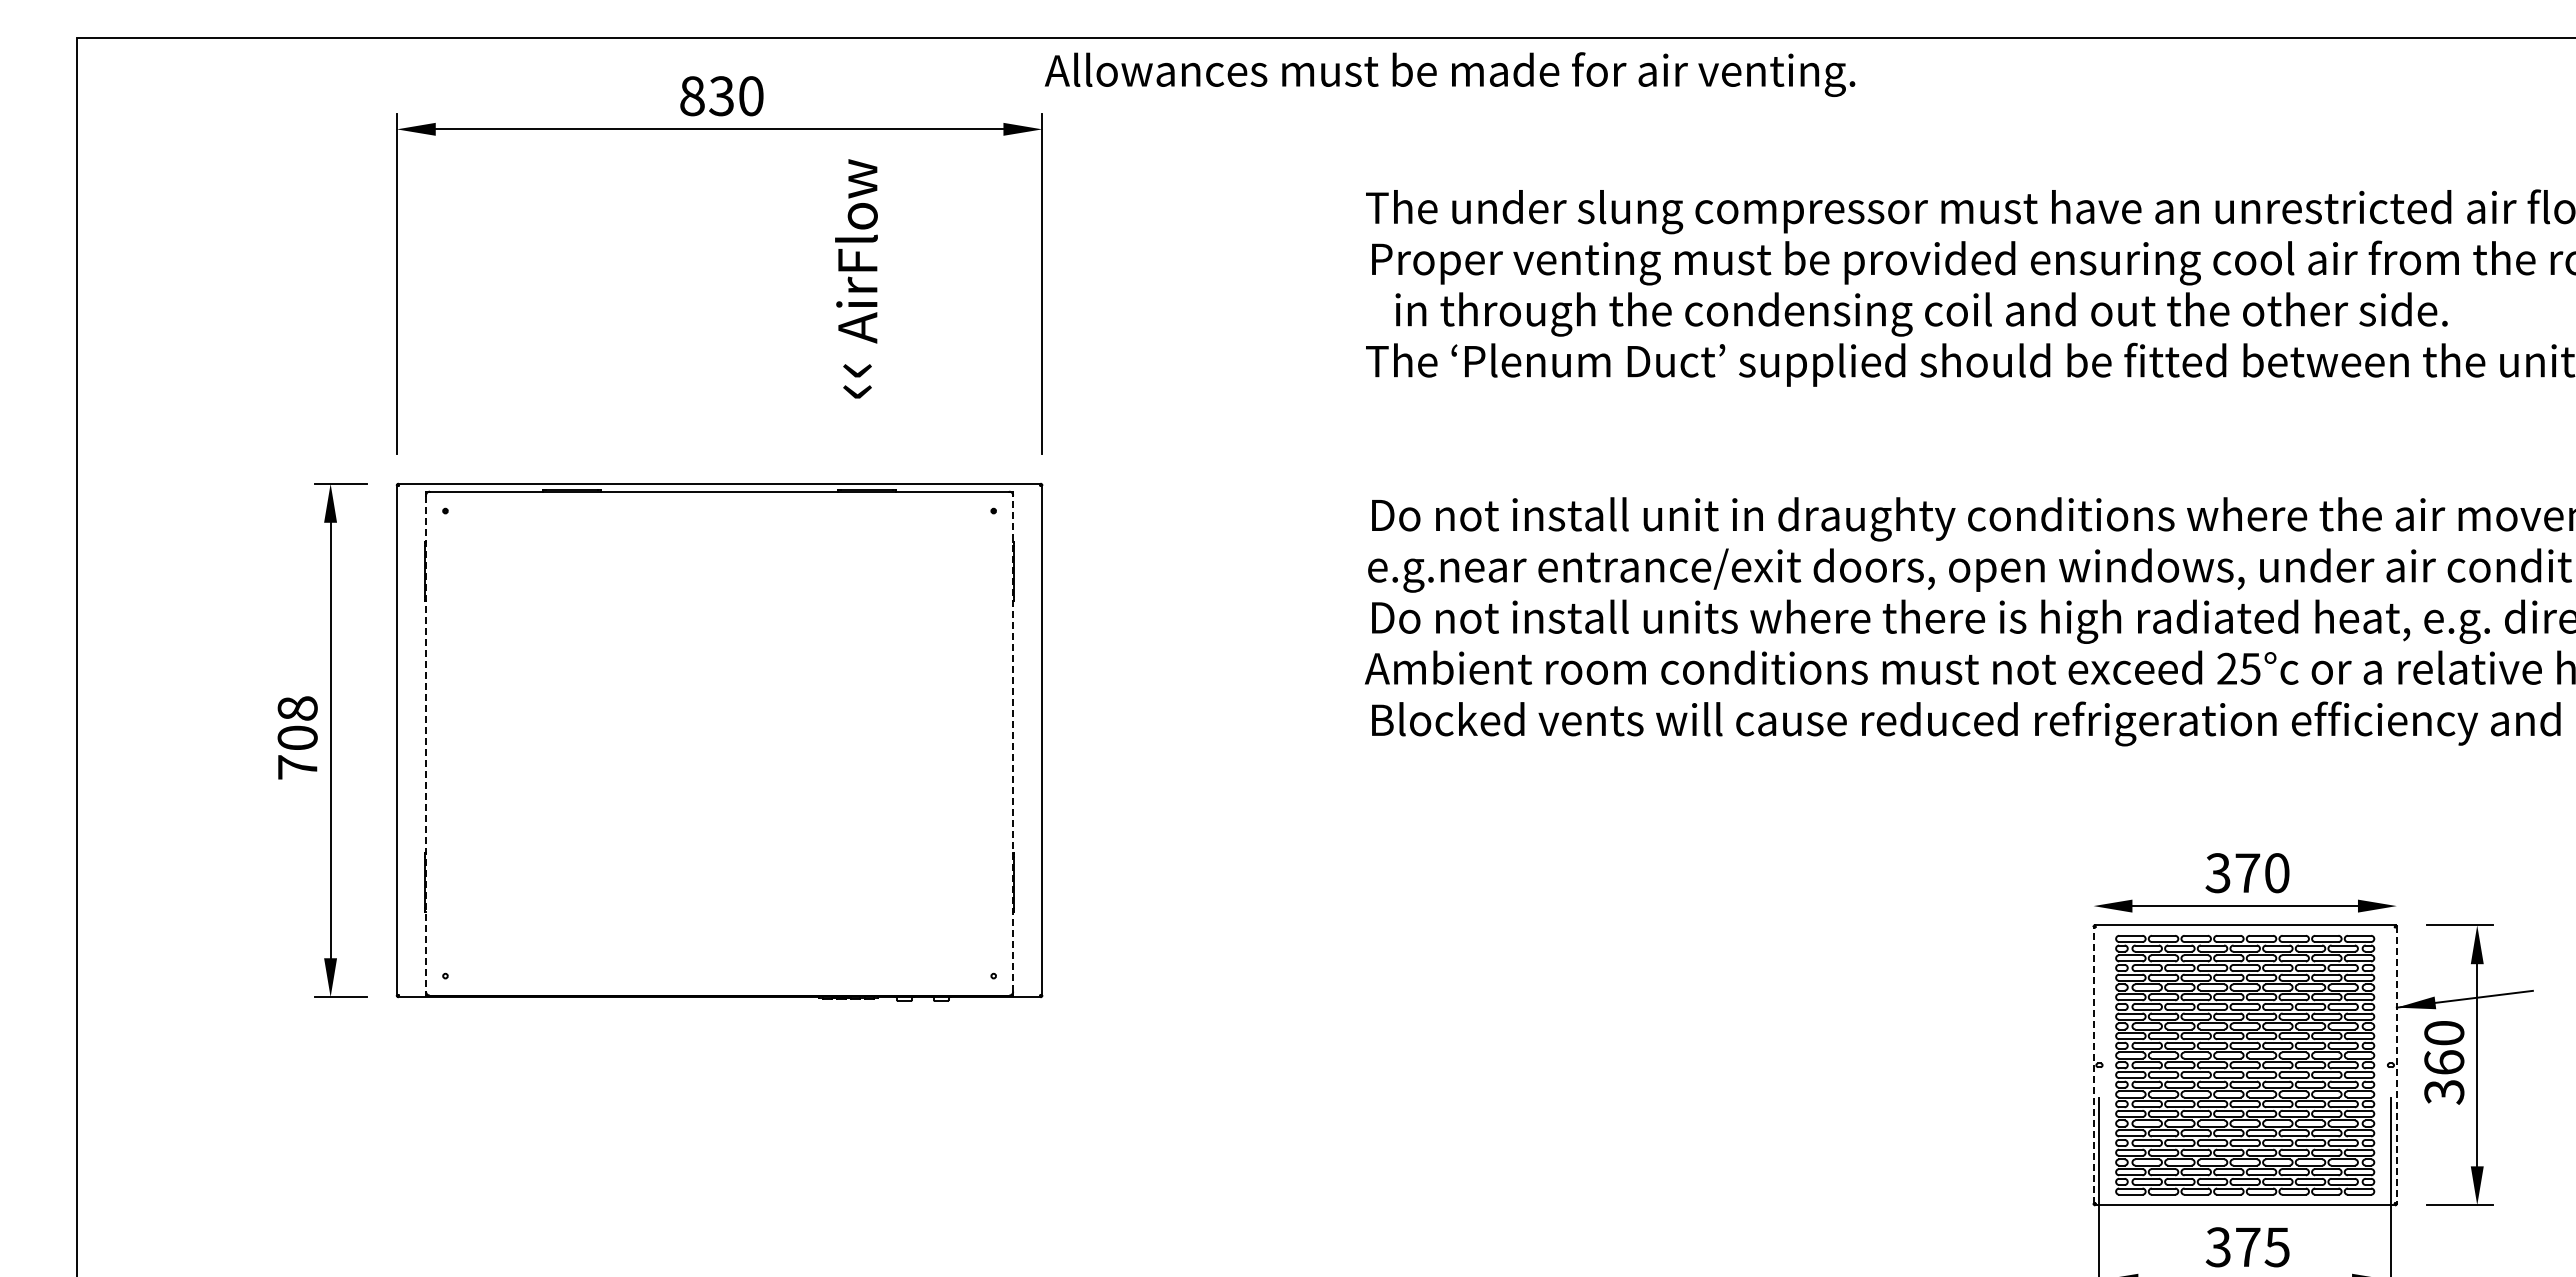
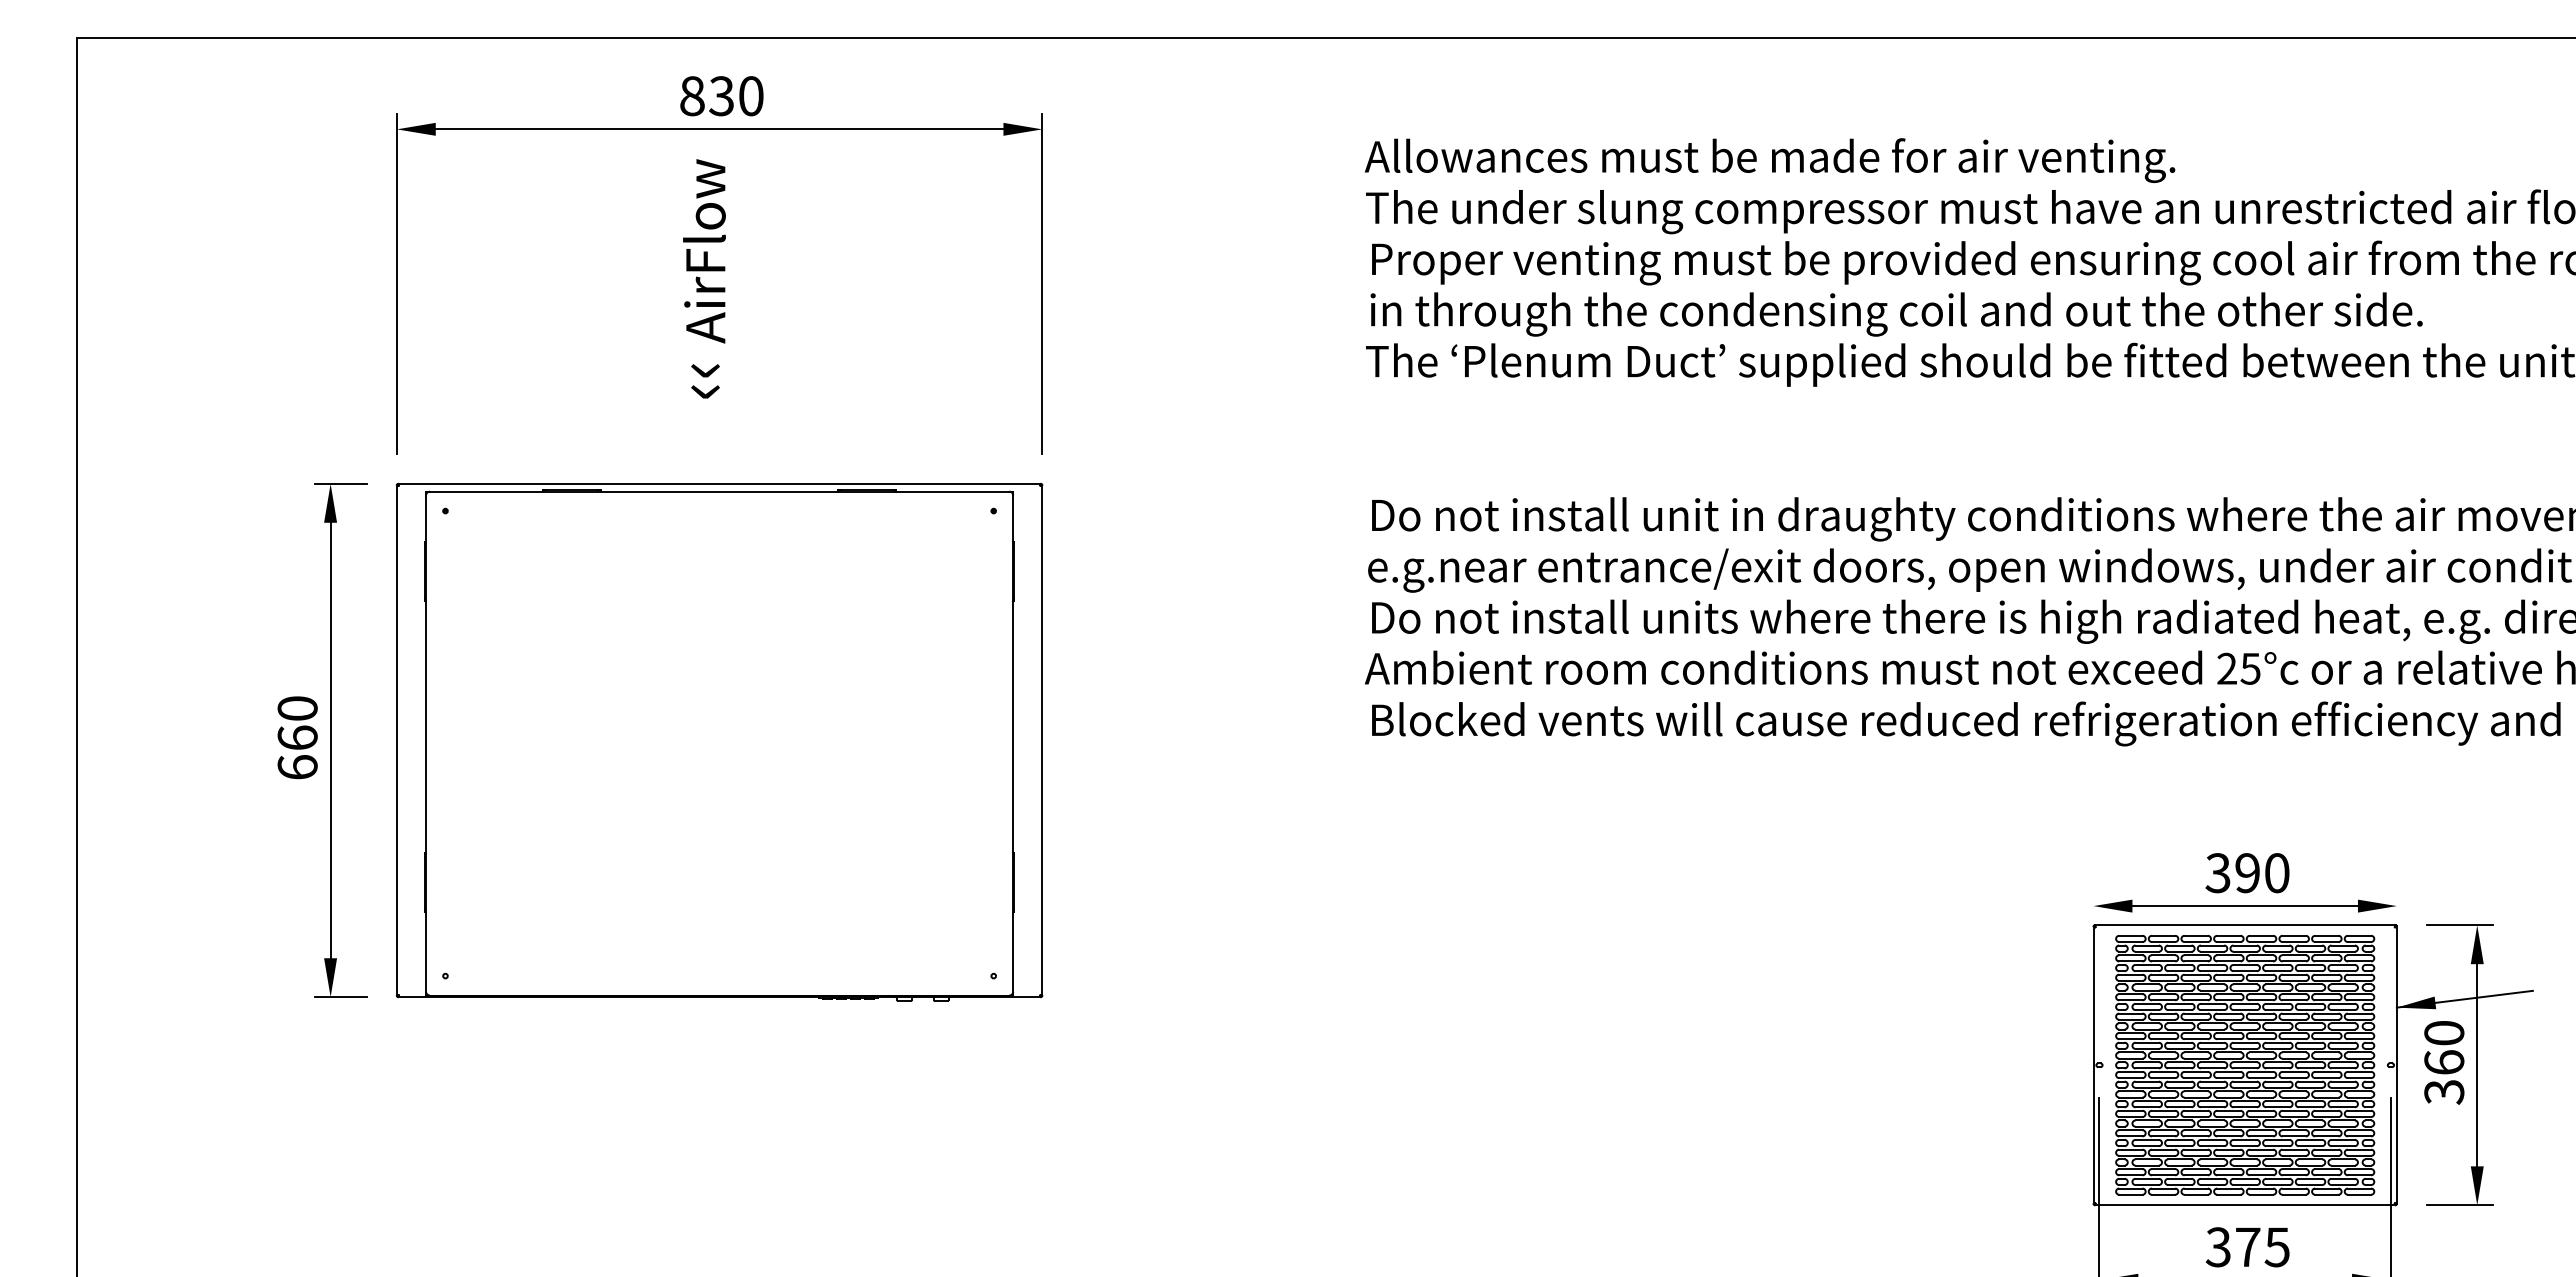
text at (1449, 74) position: (1449, 74) -> (1769, 160)
text at (856, 278) position: (856, 278) -> (704, 278)
text at (1921, 314) position: (1921, 314) -> (1896, 314)
text at (297, 737): 708 -> 660
line at (1013, 743): dashed -> solid
line at (426, 744): dashed -> solid
text at (2247, 873): 370 -> 390
line at (2093, 1065): dashed -> solid
line at (2396, 1065): dashed -> solid
